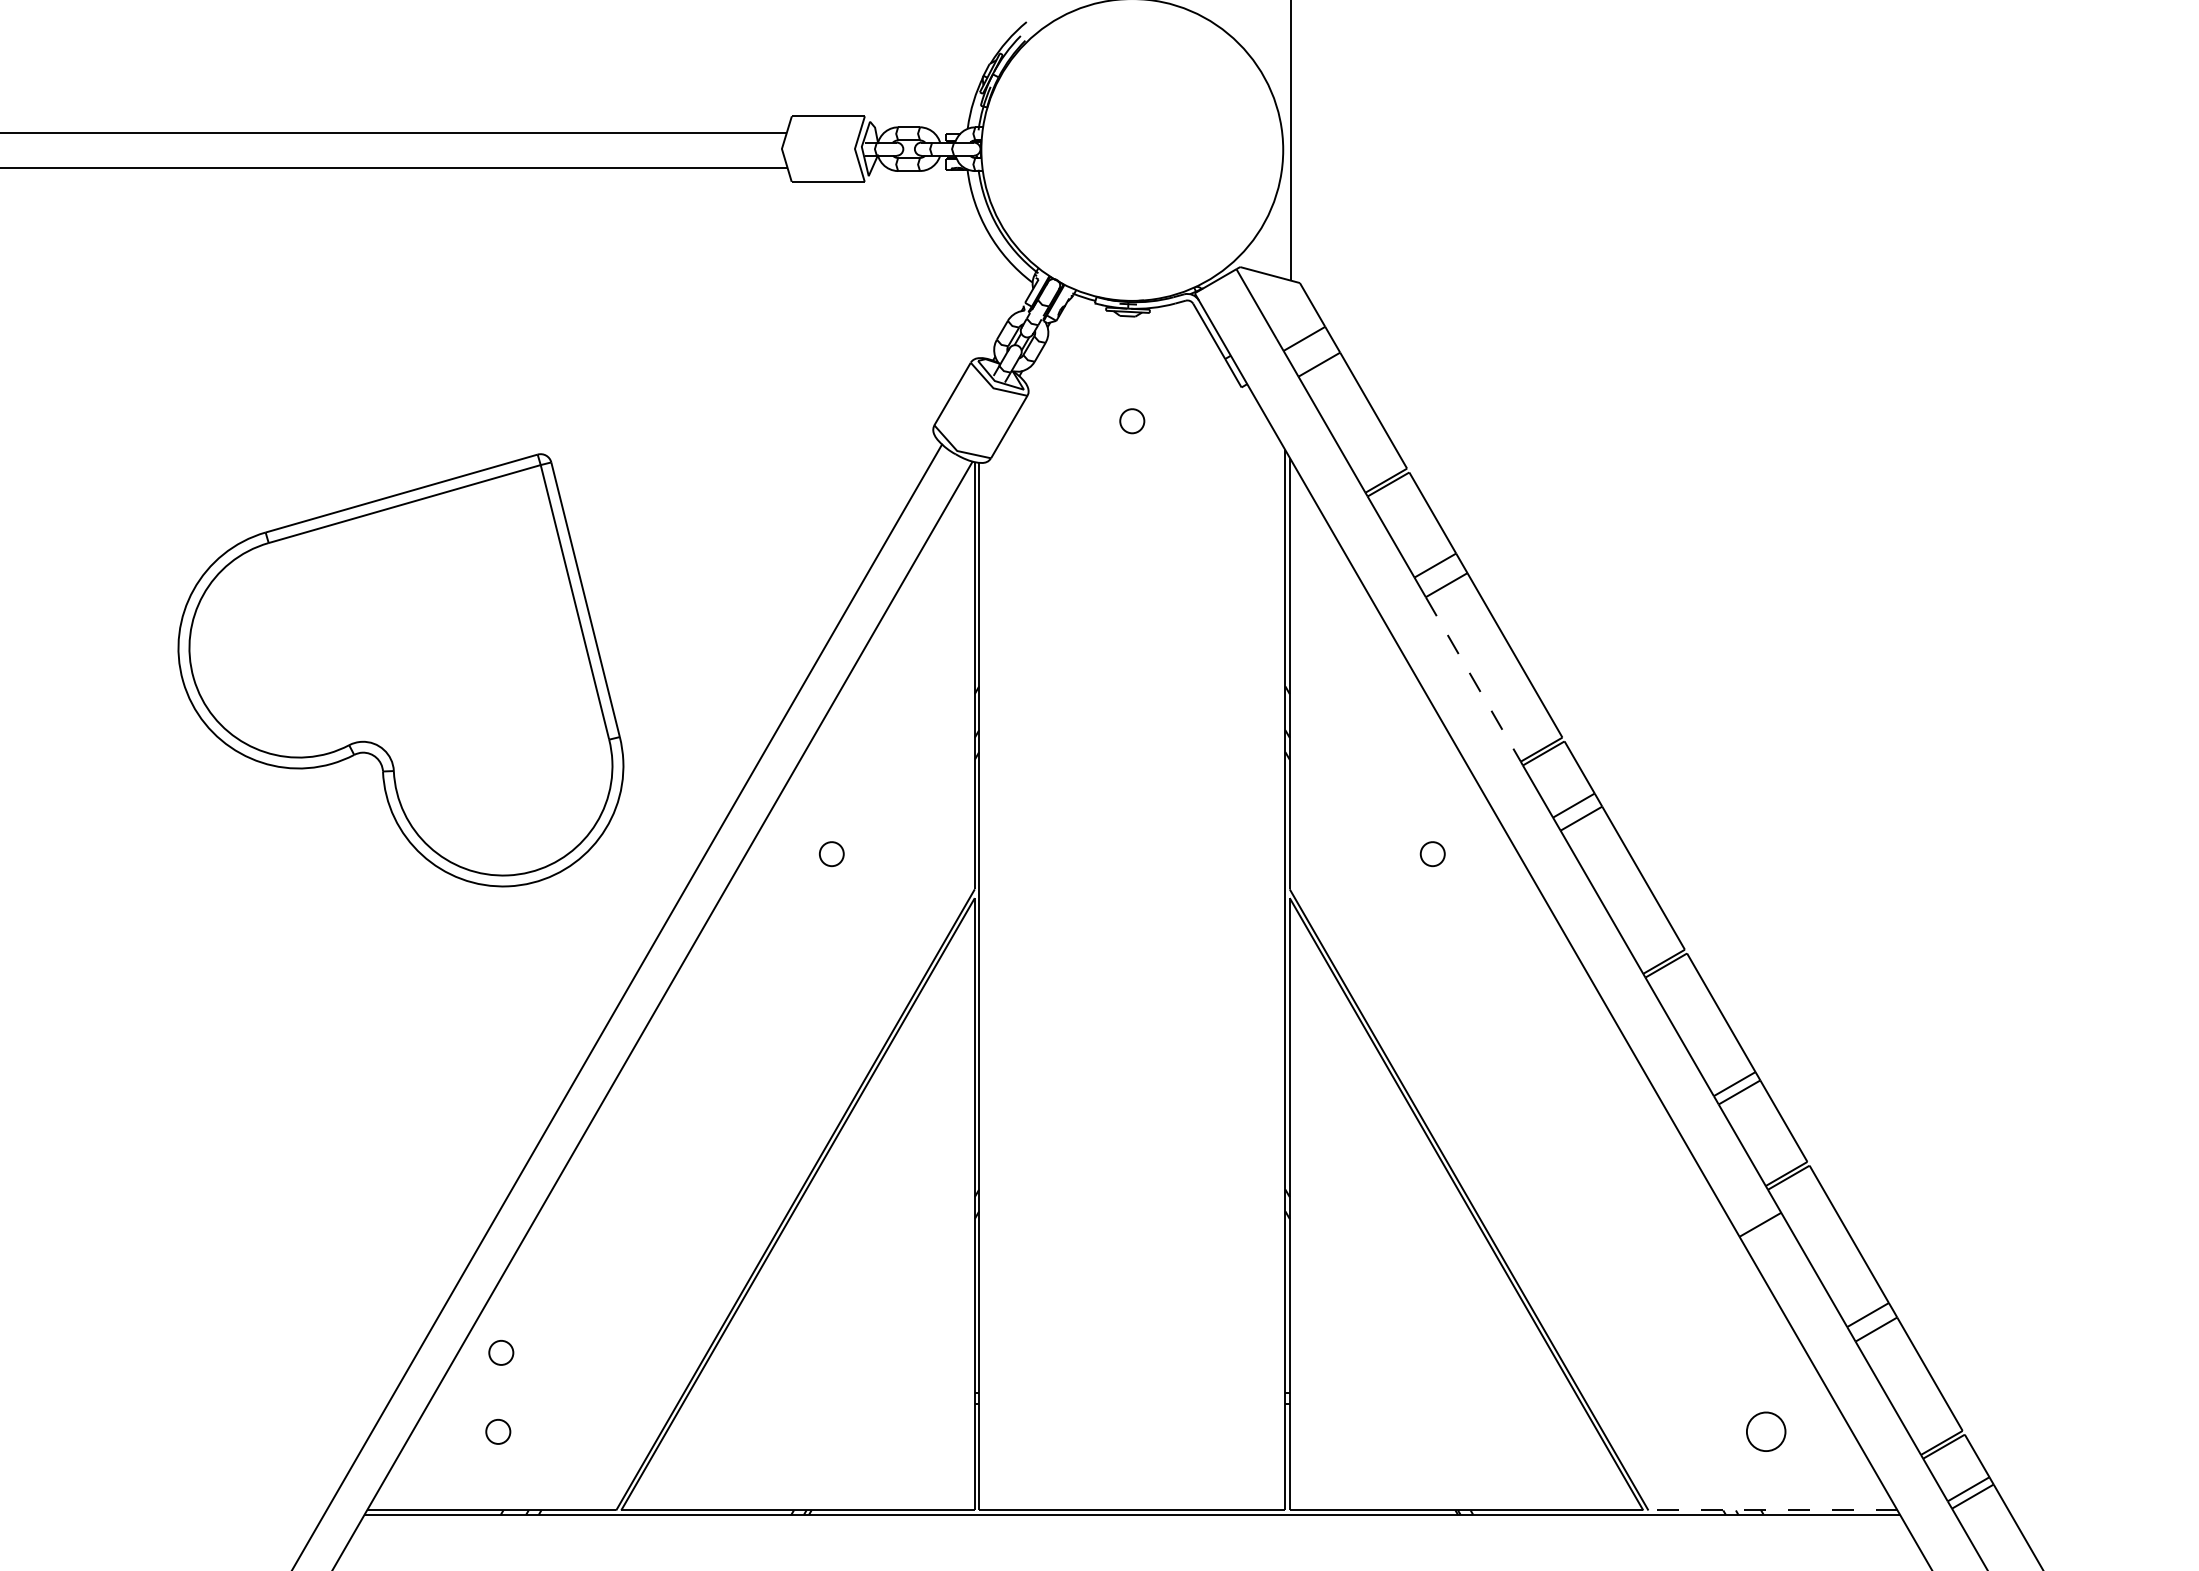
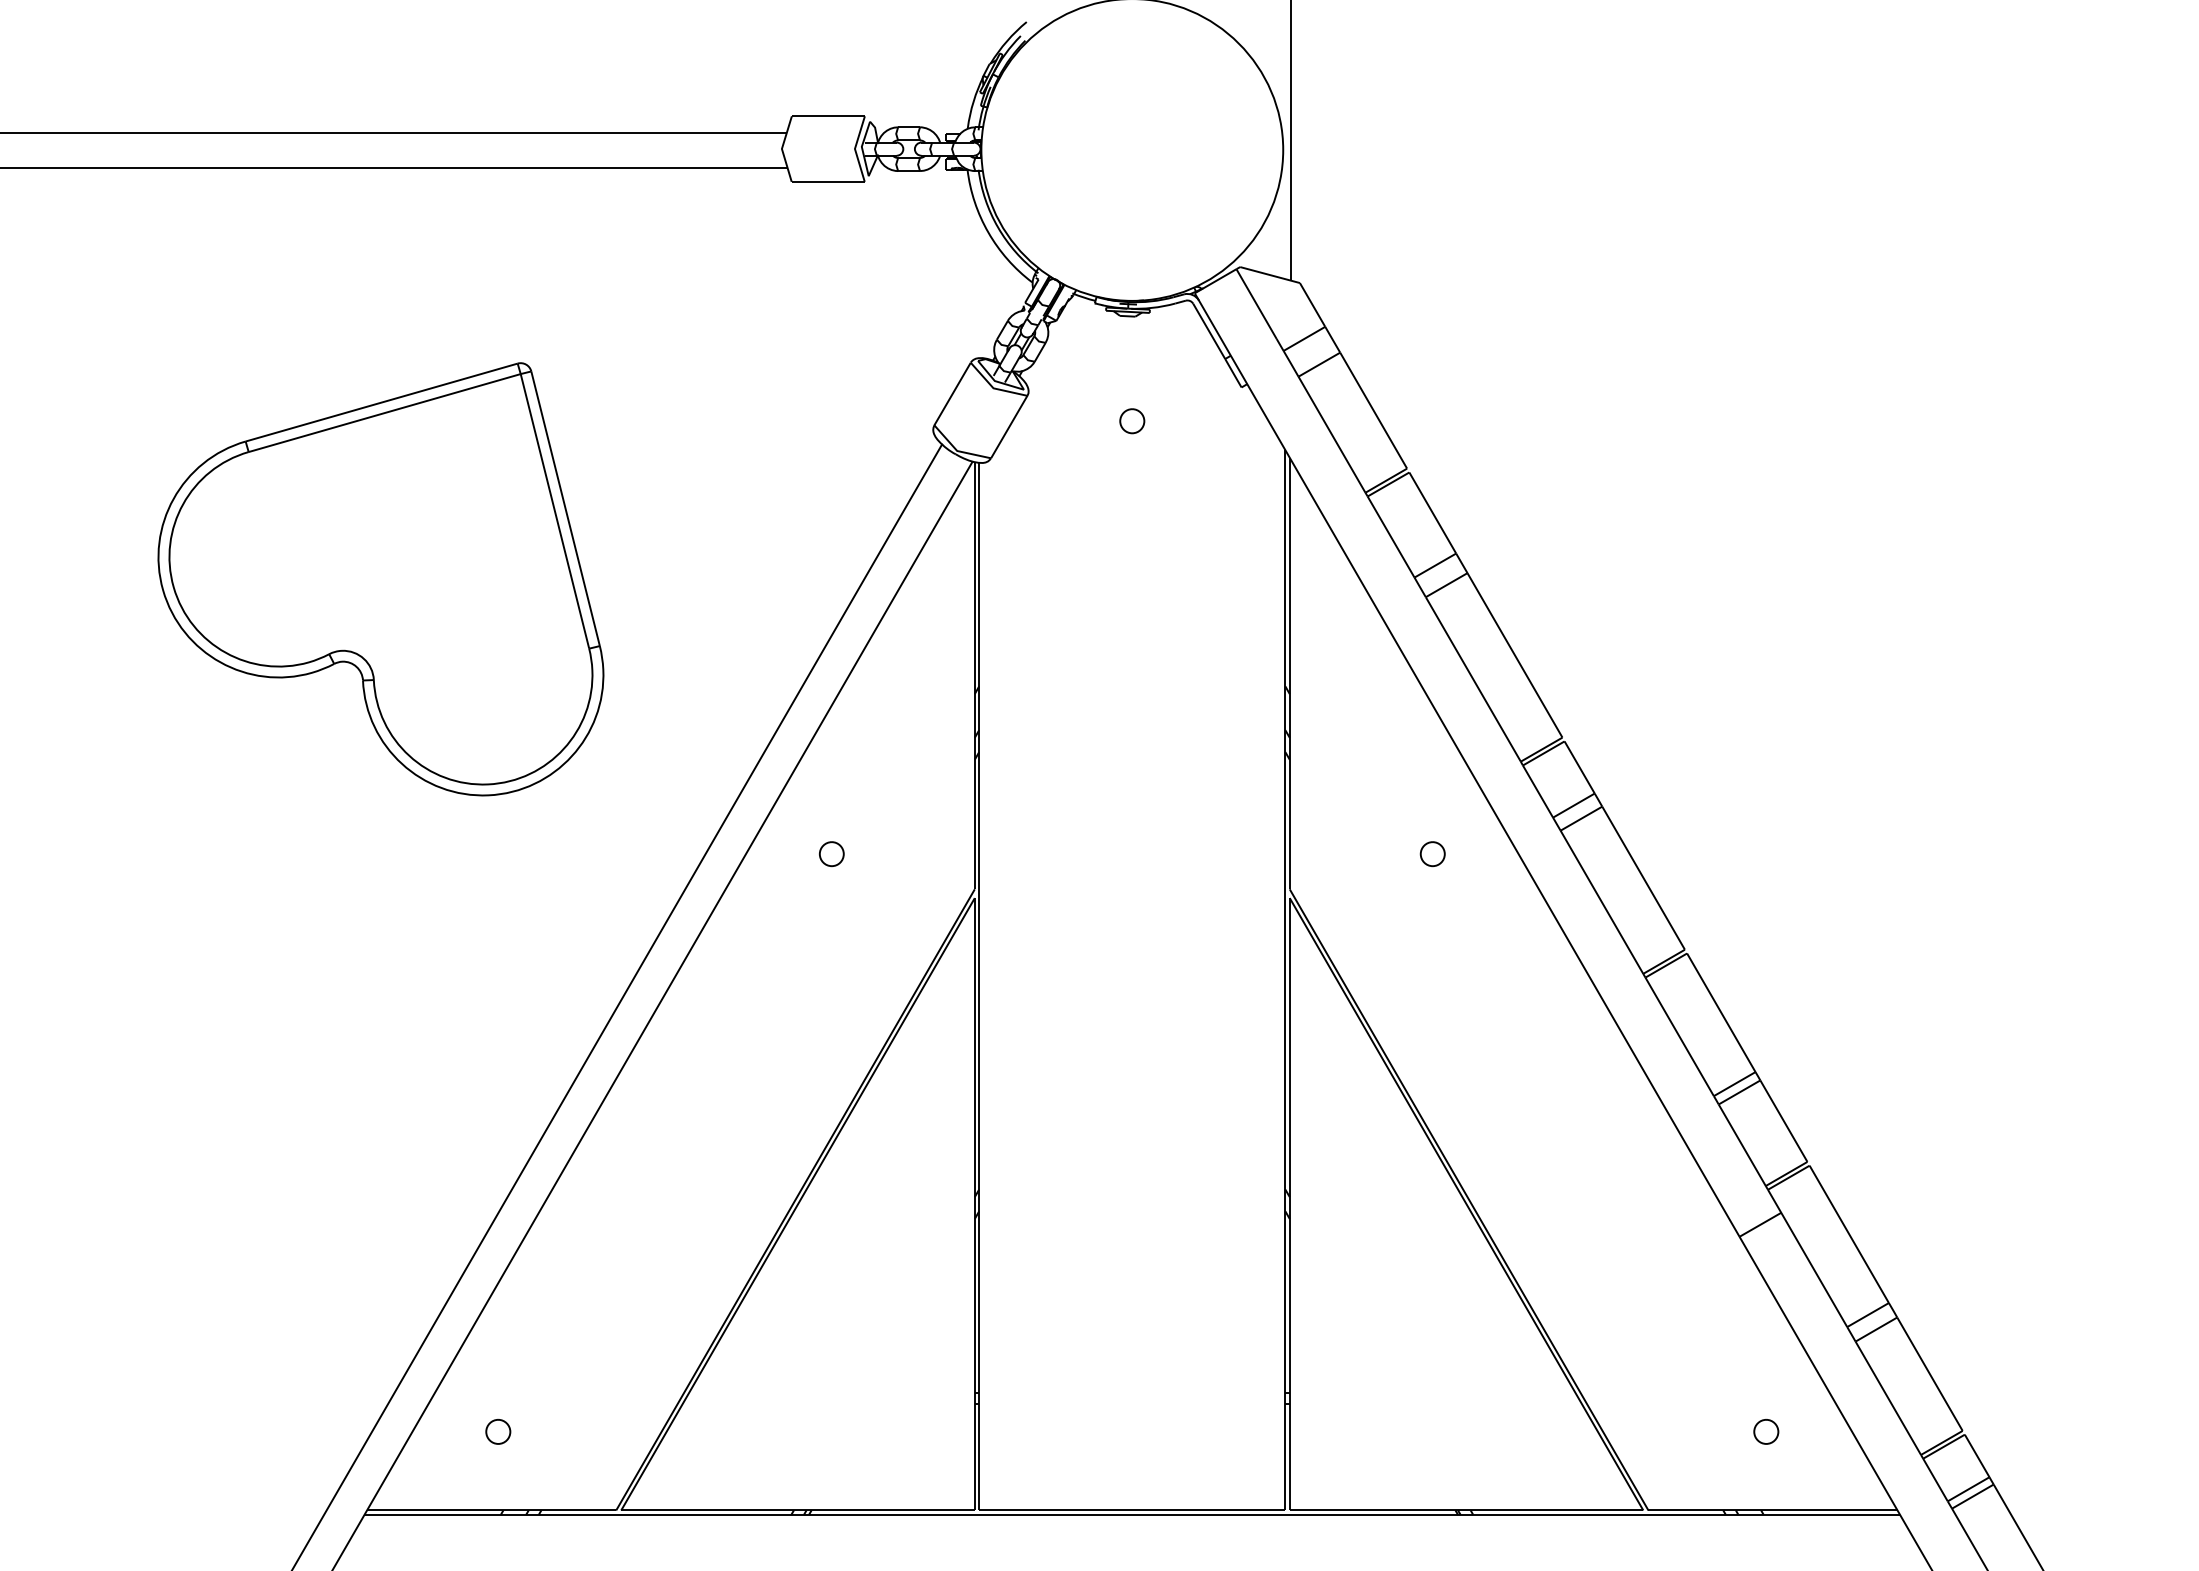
part at (400, 670) position: (400, 670) -> (380, 579)
line at (1473, 679): dashed -> solid
part at (501, 1352): present -> none
part at (1766, 1431) size: 41x41 px -> 27x26 px
line at (1773, 1510): dashed -> solid
